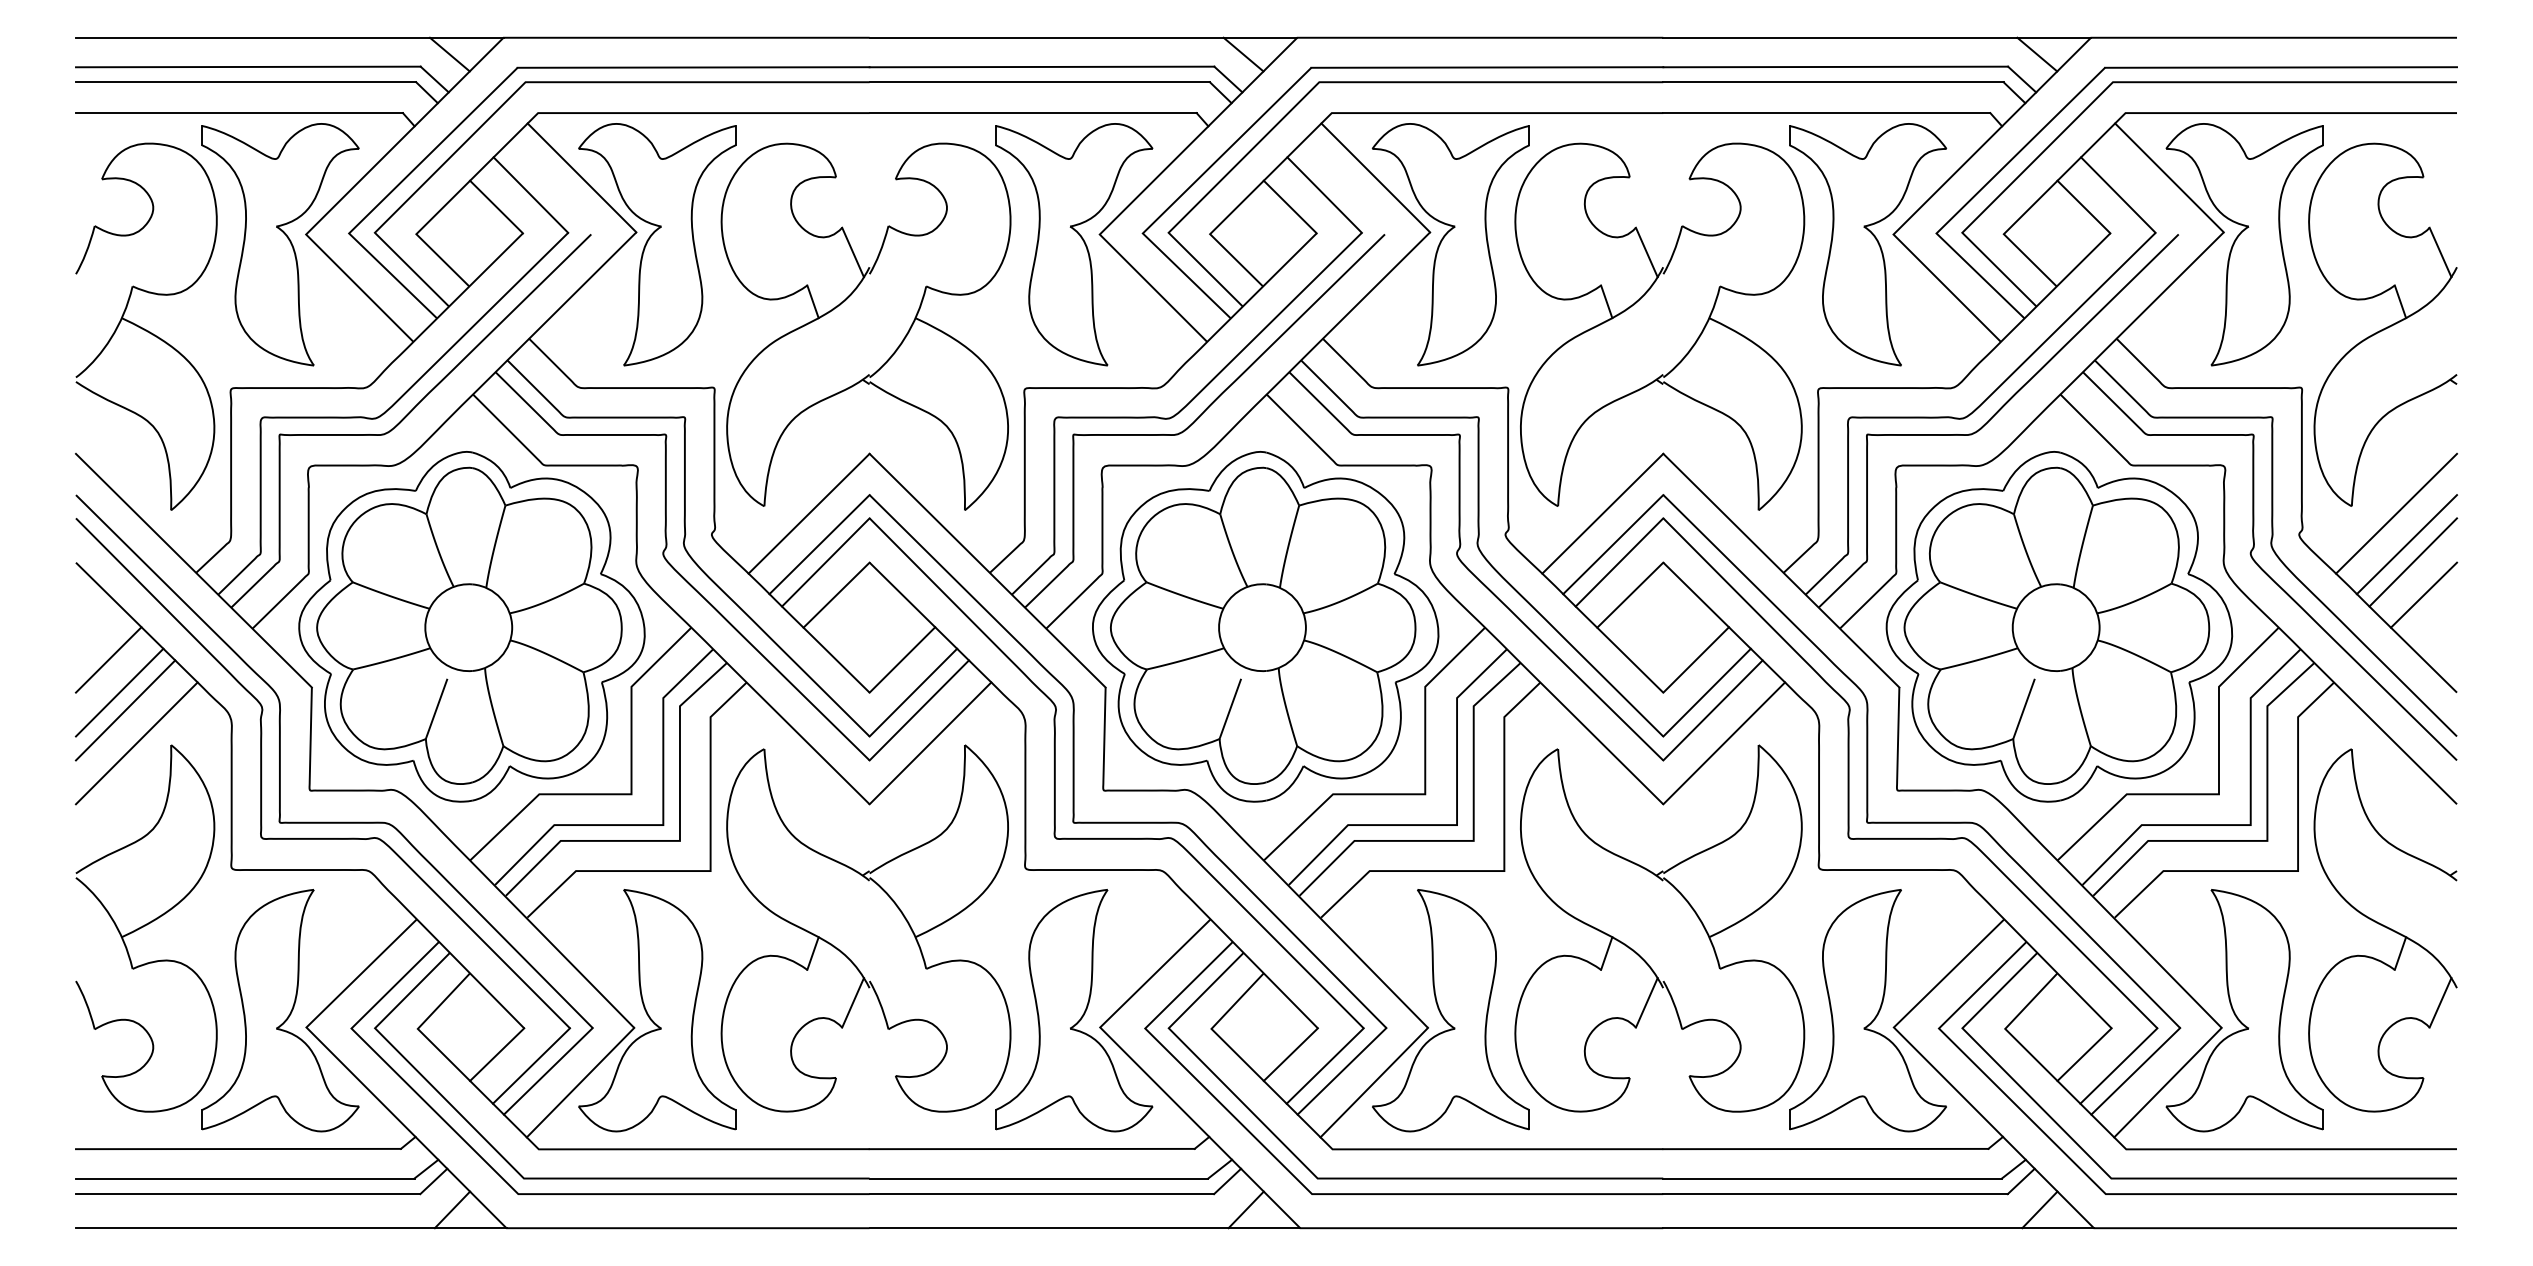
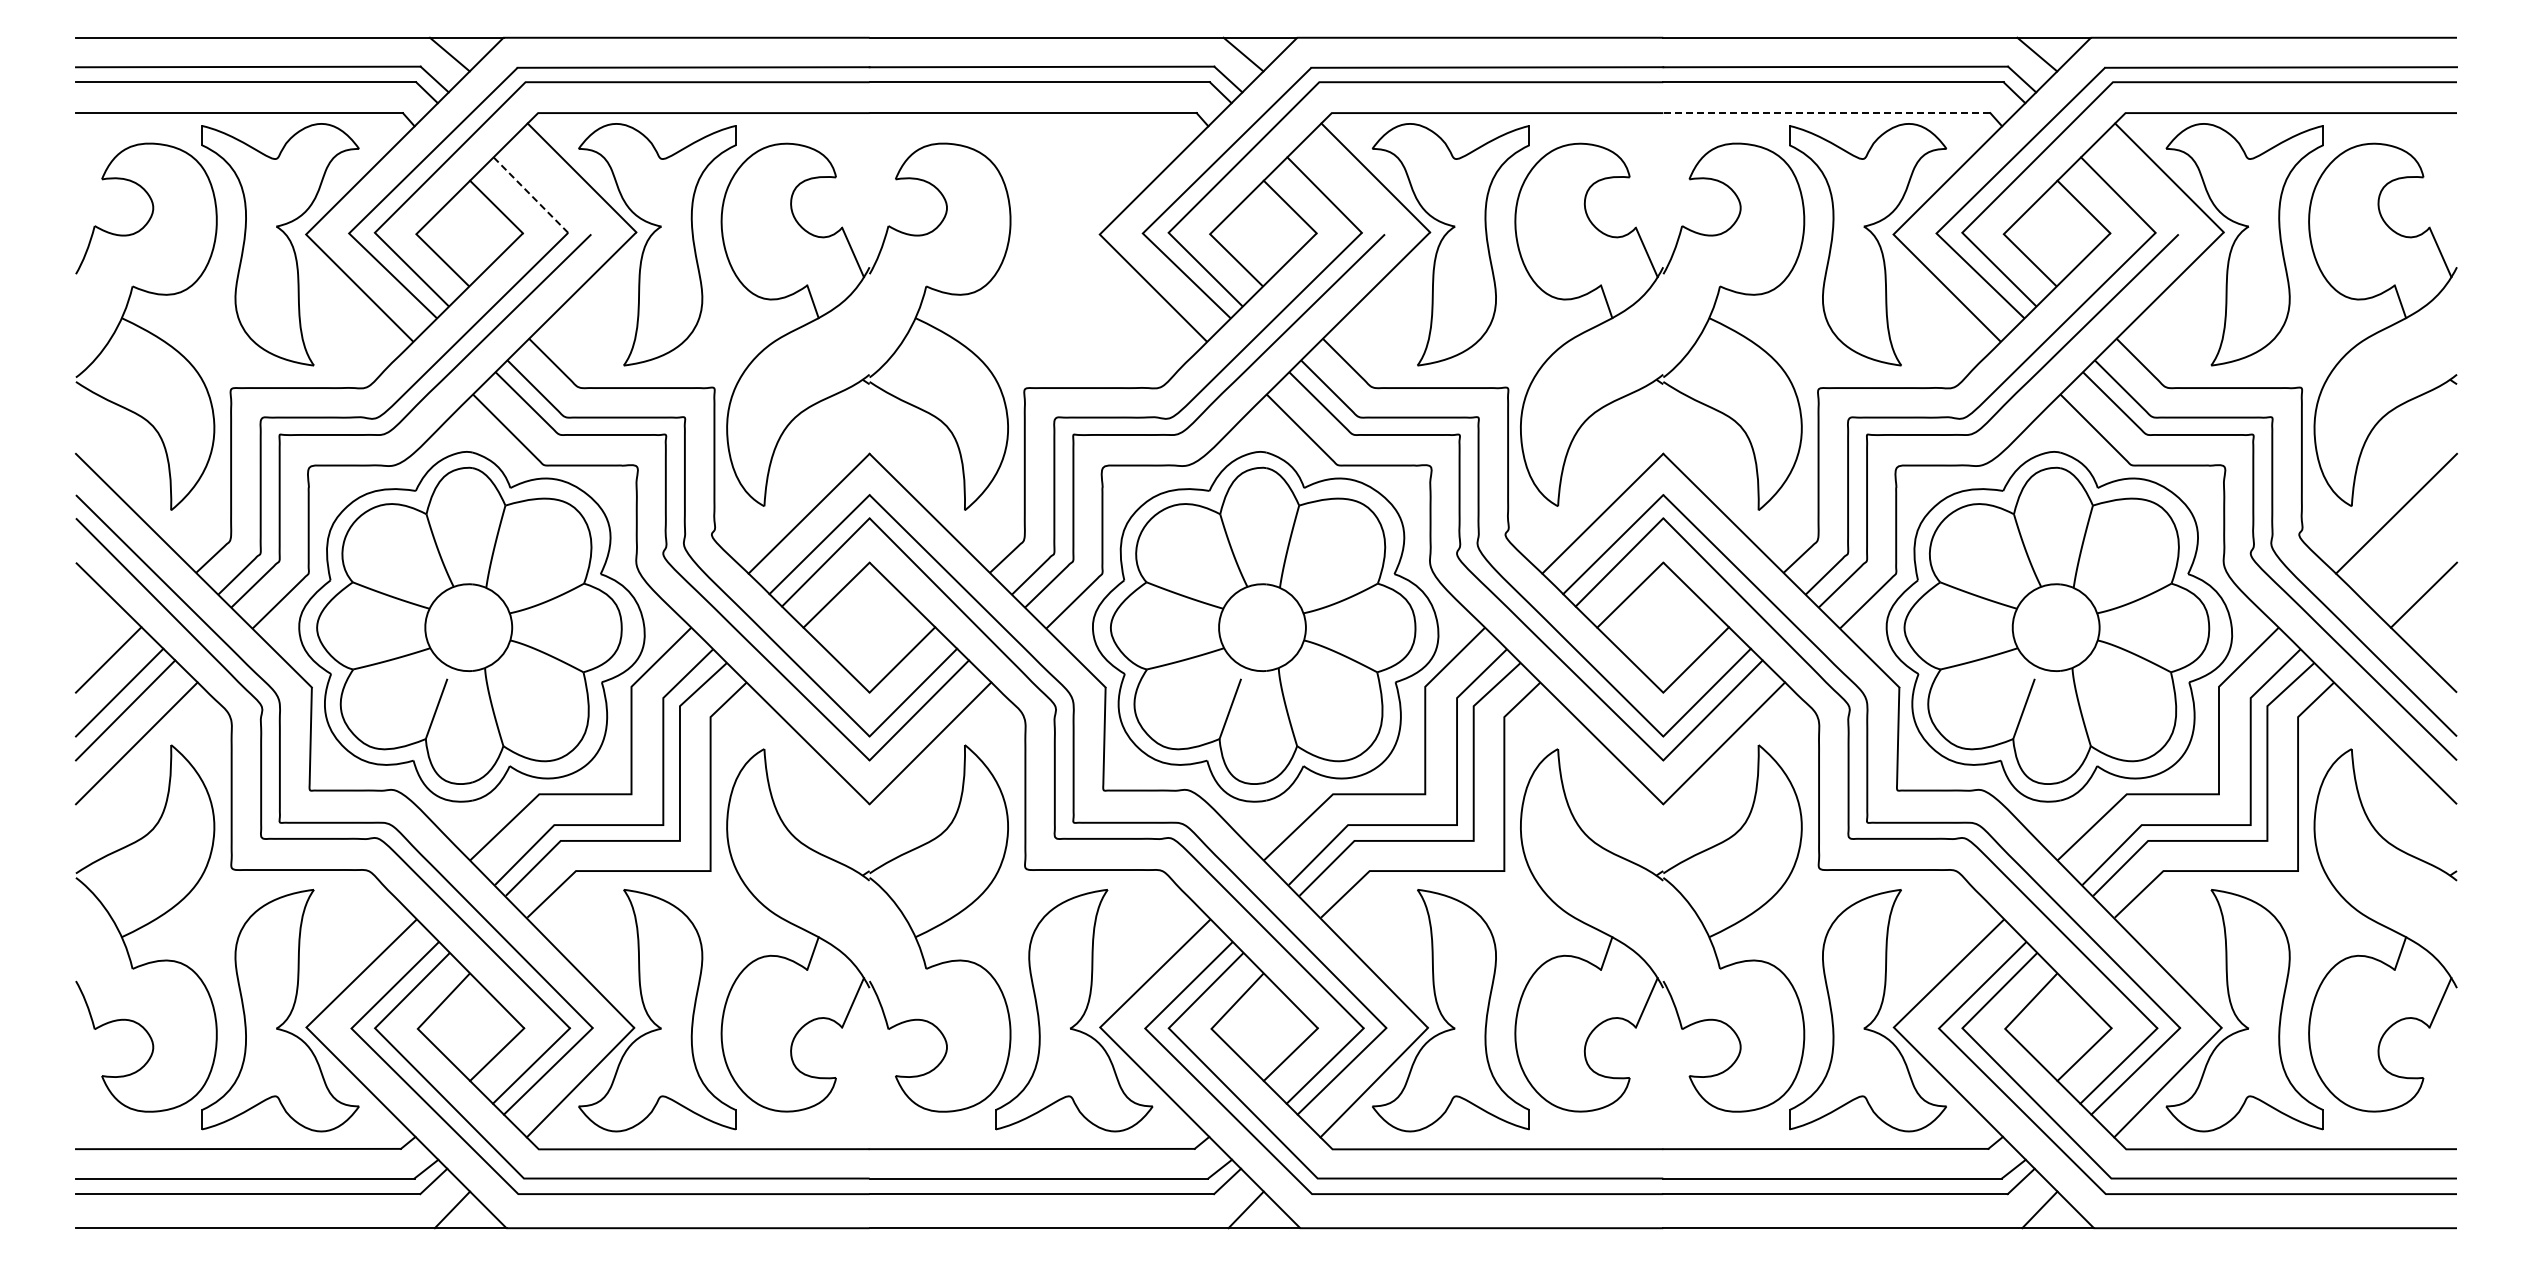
line at (1826, 113): solid -> dashed
line at (530, 194): solid -> dashed
part at (1074, 244): present -> none
line at (2406, 544): present -> none
line at (2413, 562): present -> none
